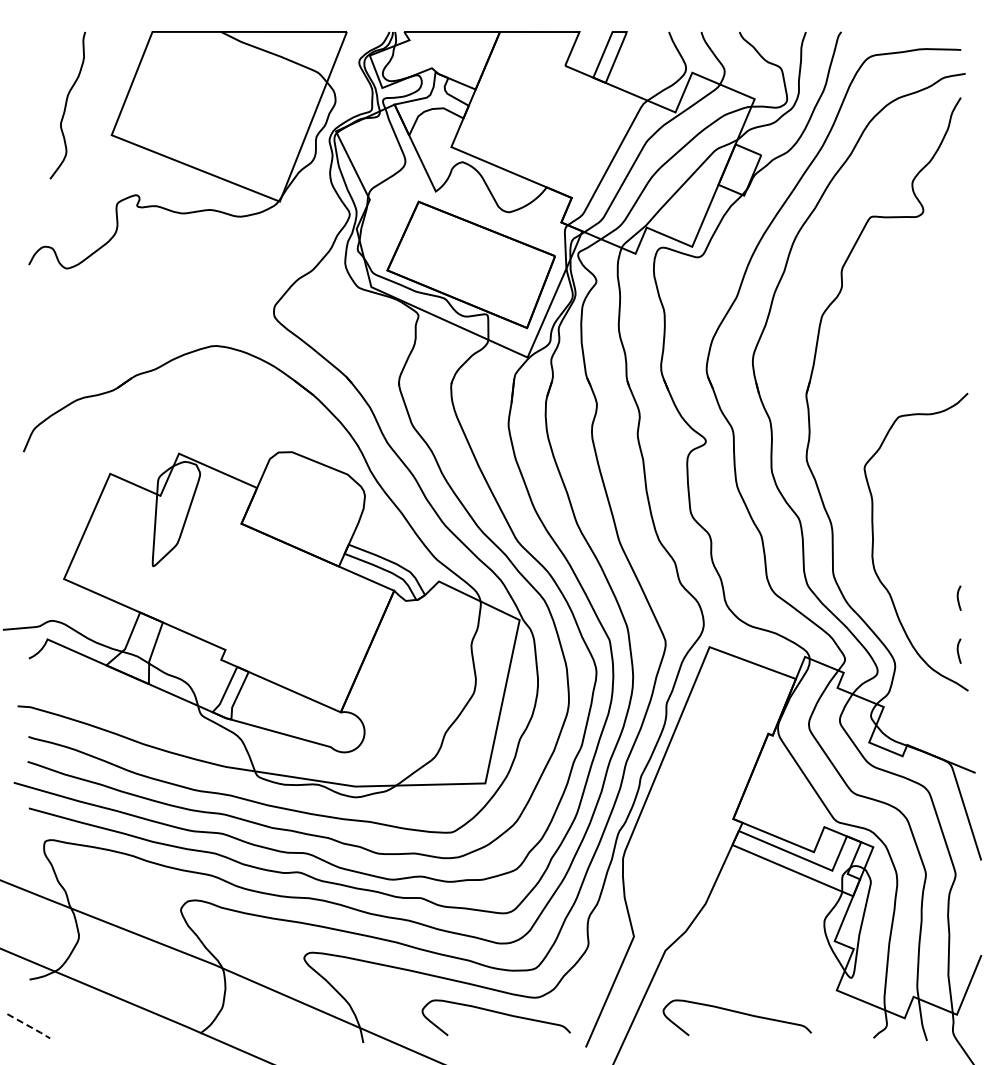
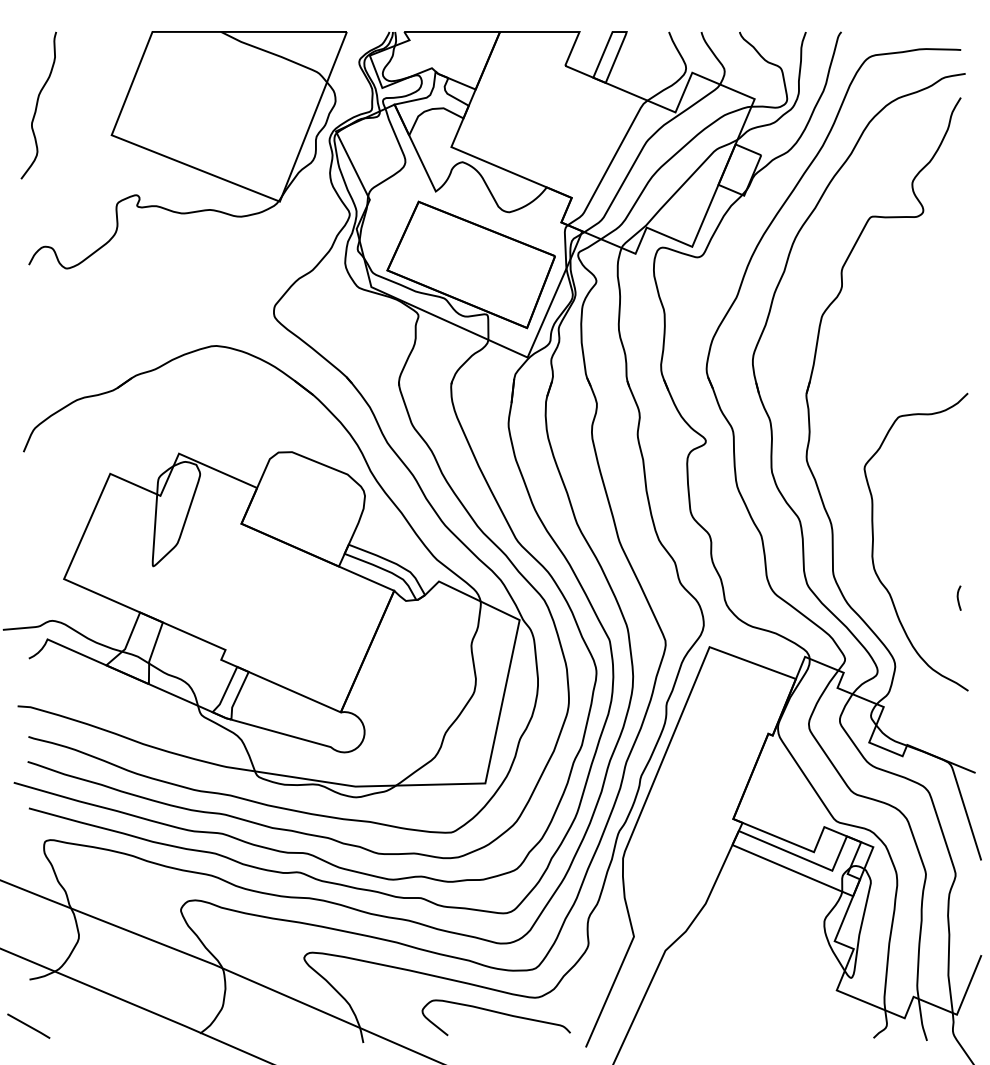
curve at (66, 105) position: (66, 105) -> (37, 105)
curve at (958, 650): present -> none
curve at (738, 1013): present -> none
line at (29, 1026): dashed -> solid
